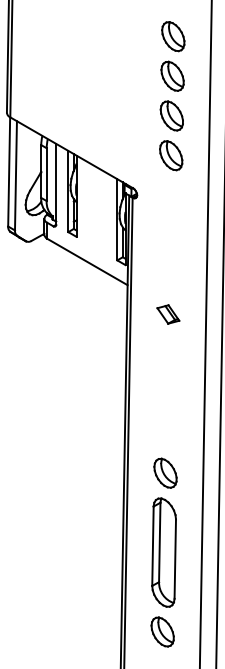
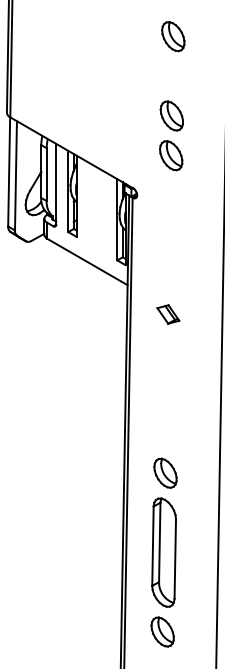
part at (172, 75): present -> none
line at (205, 333): present -> none
